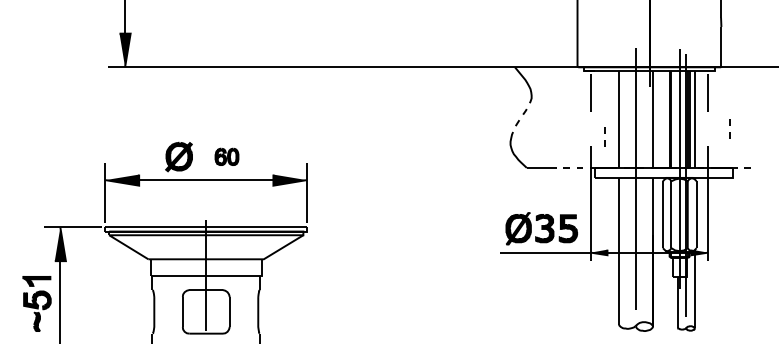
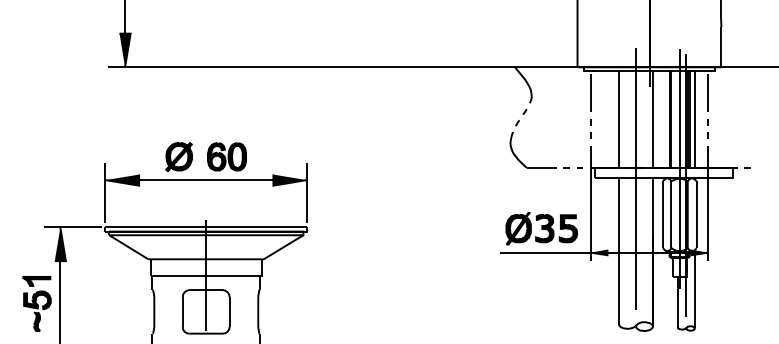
line at (729, 125) position: (729, 125) -> (707, 125)
line at (604, 133) position: (604, 133) -> (590, 125)
part at (226, 156) size: 26x19 px -> 40x30 px
